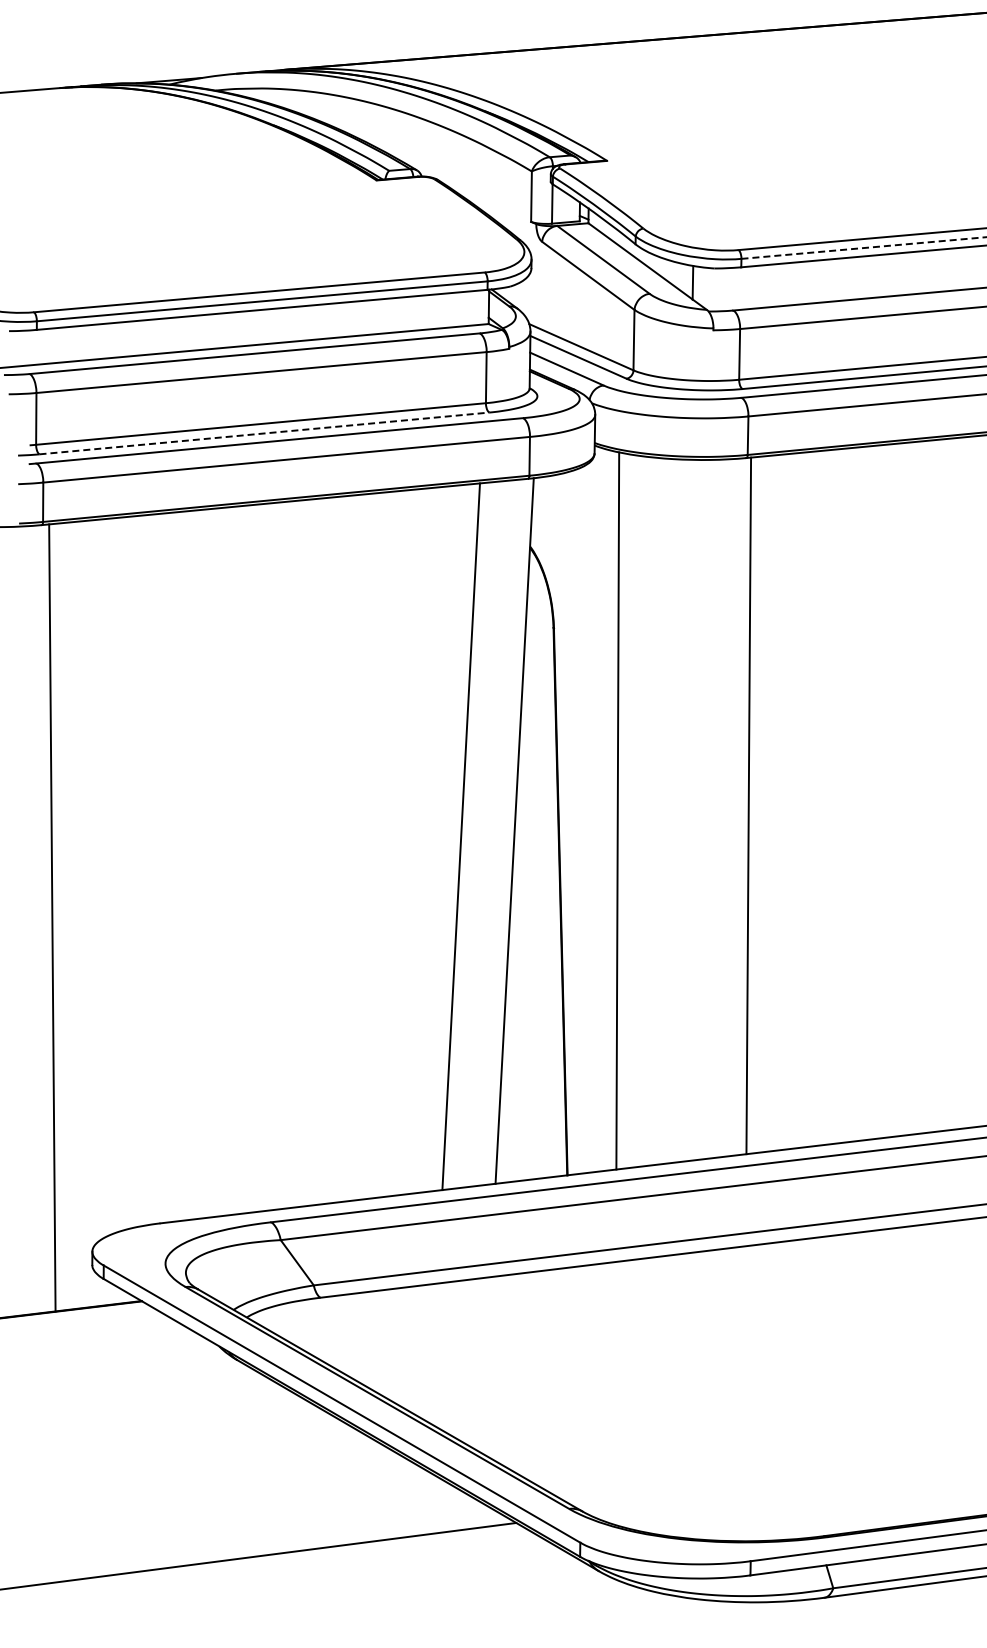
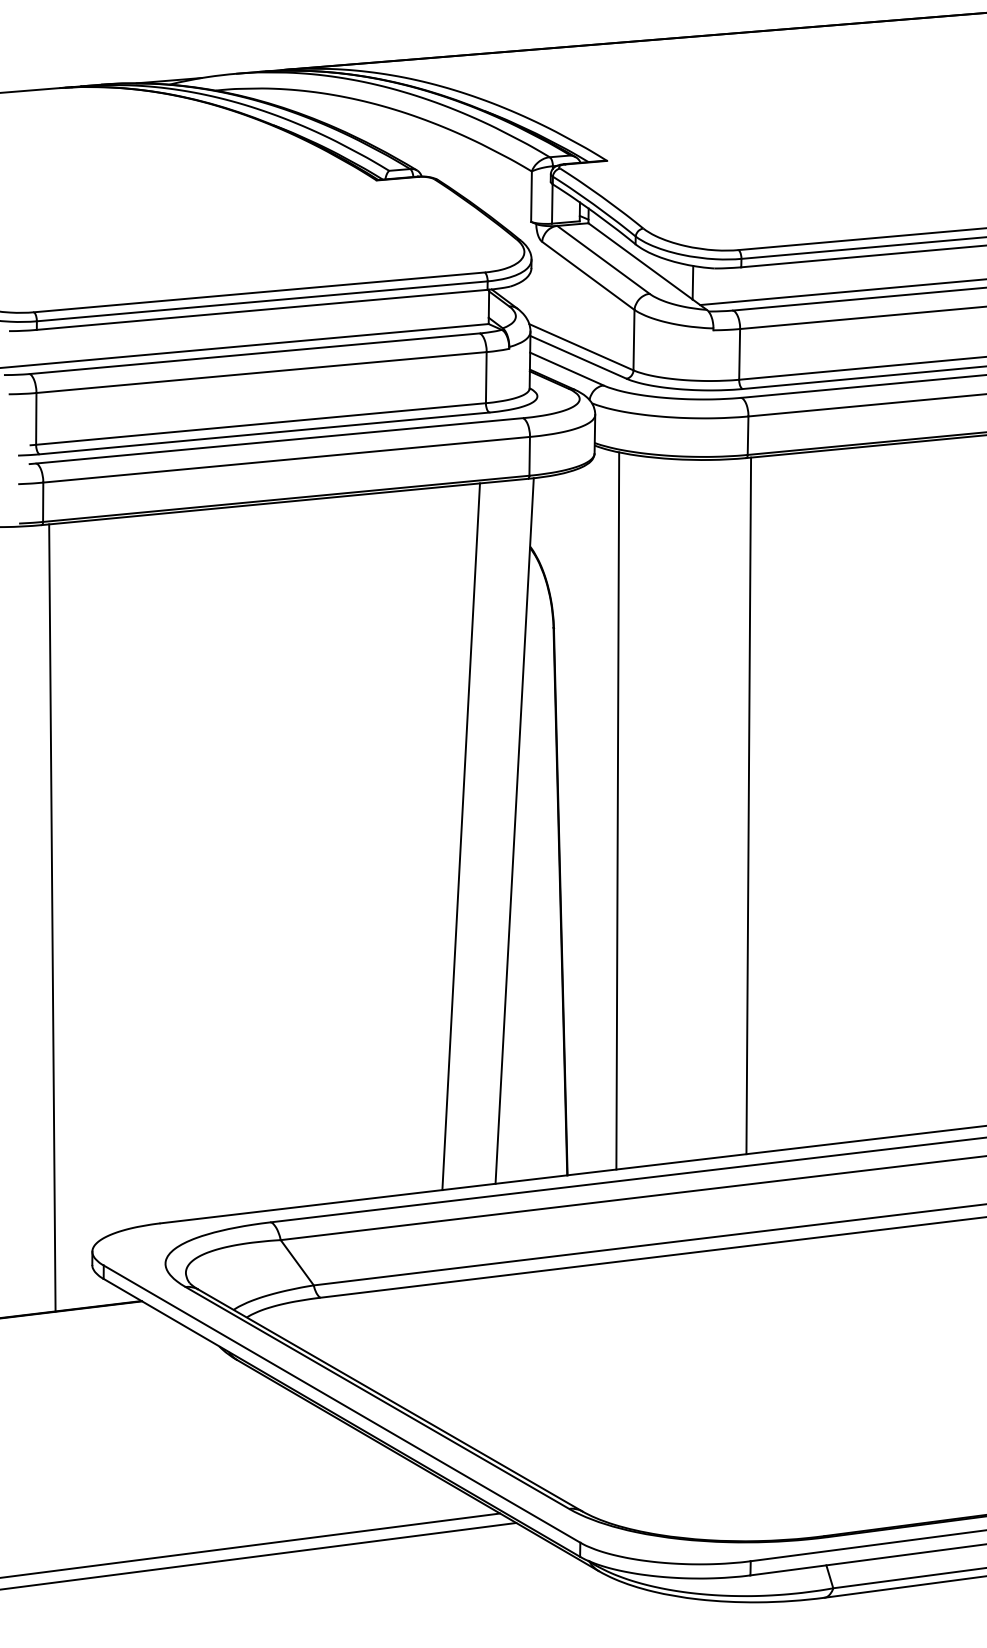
line at (863, 248): dashed -> solid
line at (841, 292): none -> present
line at (264, 433): dashed -> solid
line at (251, 1545): none -> present
